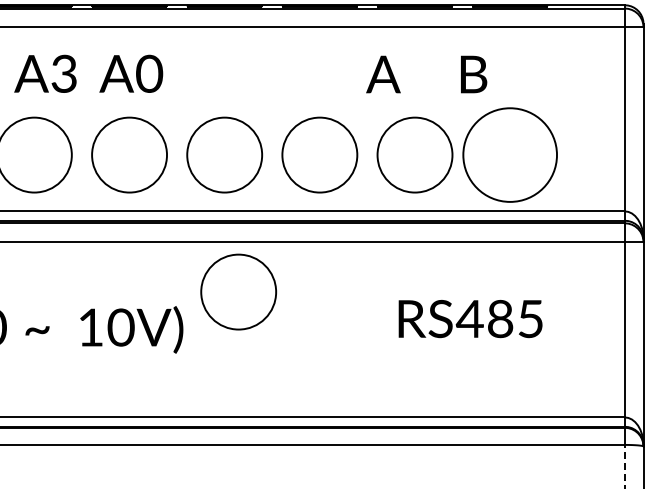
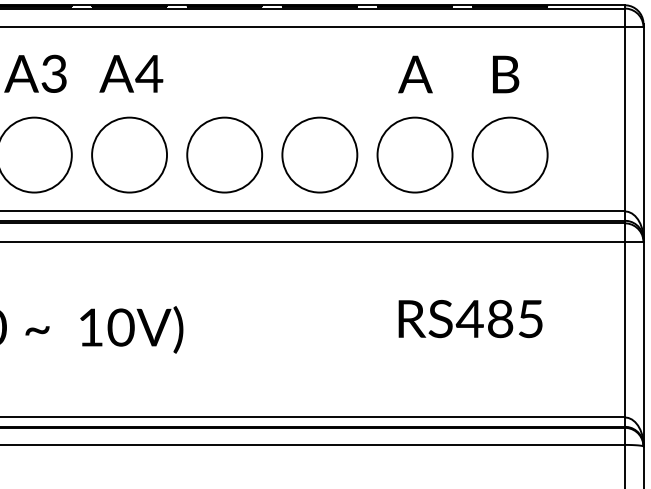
text at (45, 73) position: (45, 73) -> (35, 73)
text at (149, 73): A0 -> A4
text at (426, 74) position: (426, 74) -> (458, 74)
circle at (510, 154) diameter: 94 px -> 75 px
circle at (238, 291): present -> none
line at (624, 466): dashed -> solid
